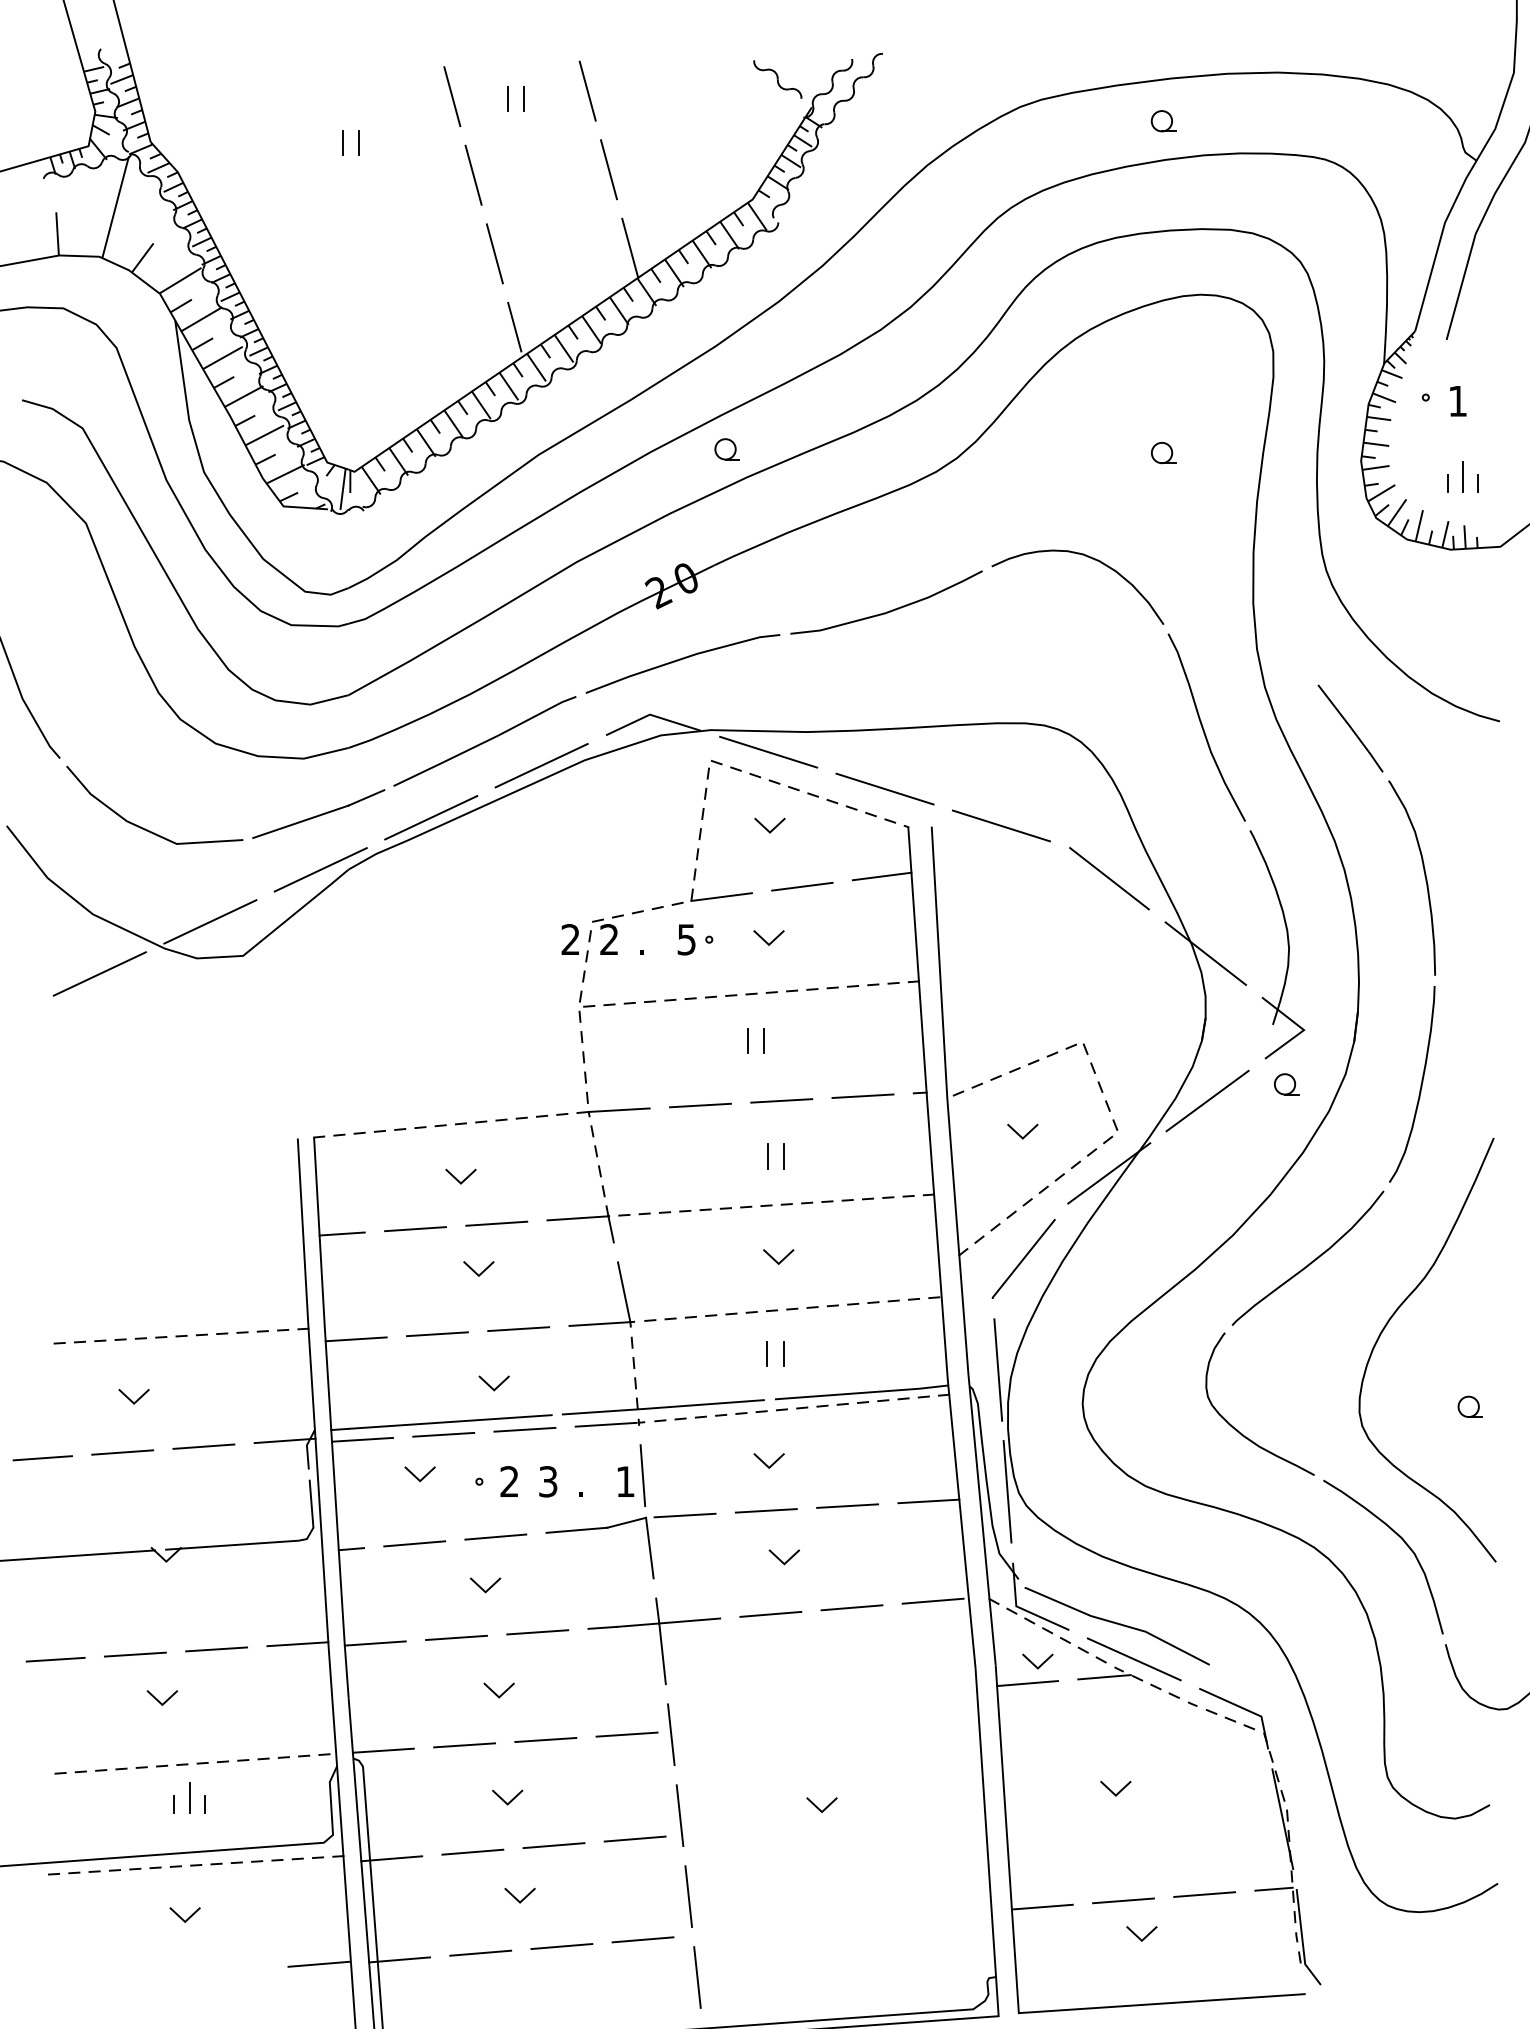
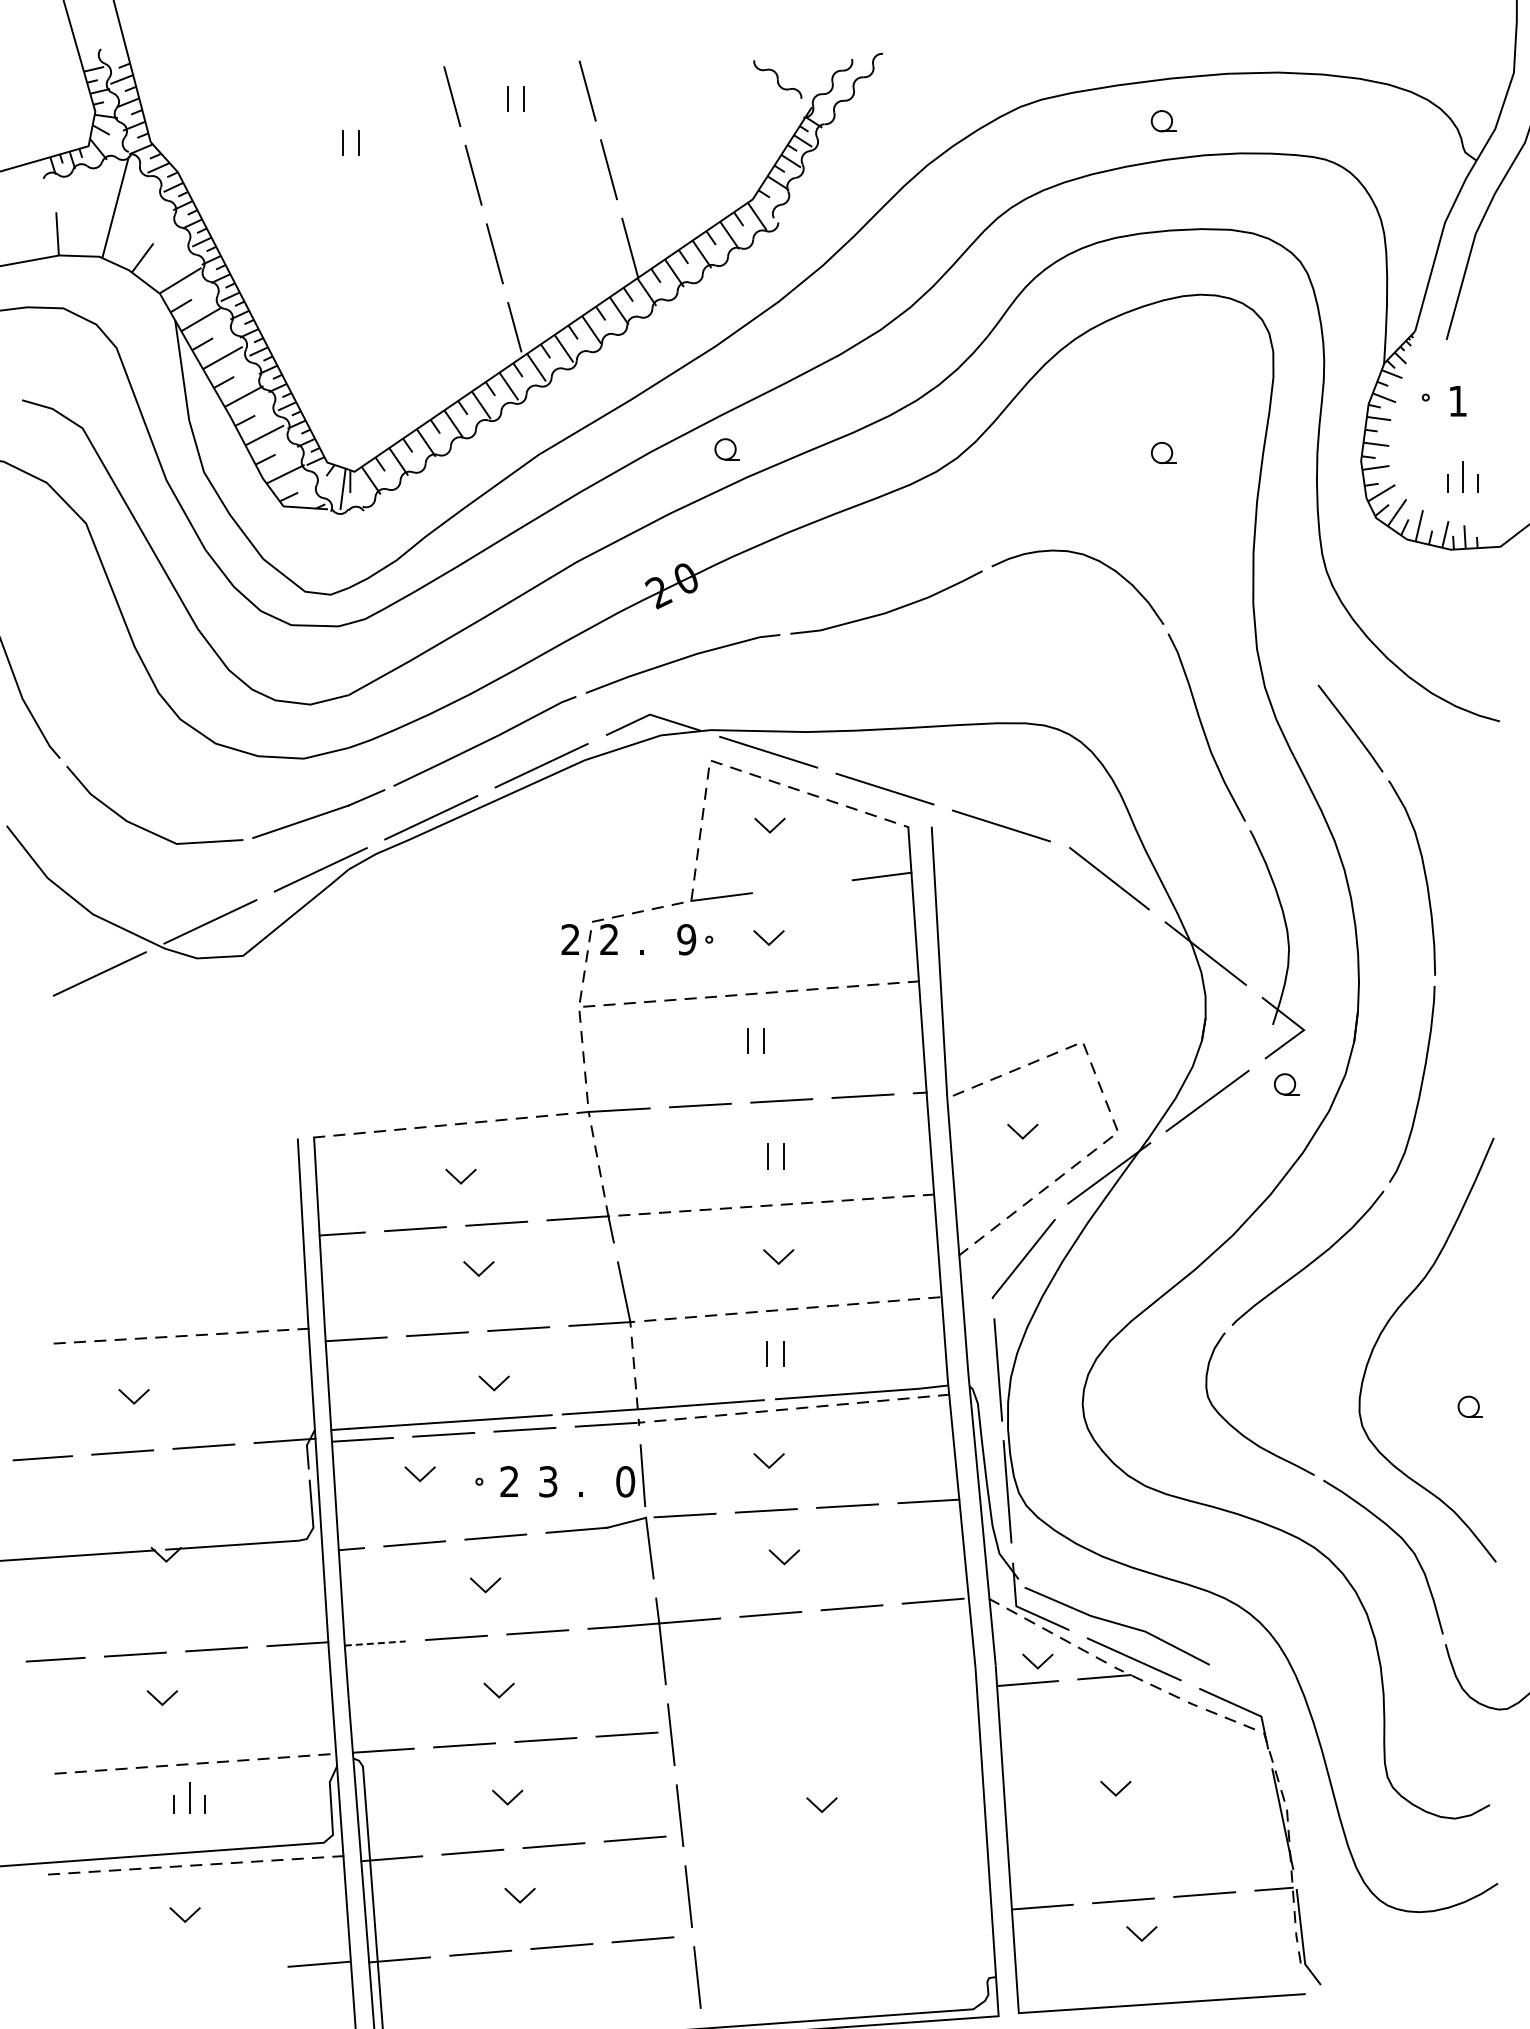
line at (802, 886): present -> none
text at (686, 939): 5 -> 9
text at (625, 1481): 1 -> 0
line at (375, 1643): solid -> dashed
